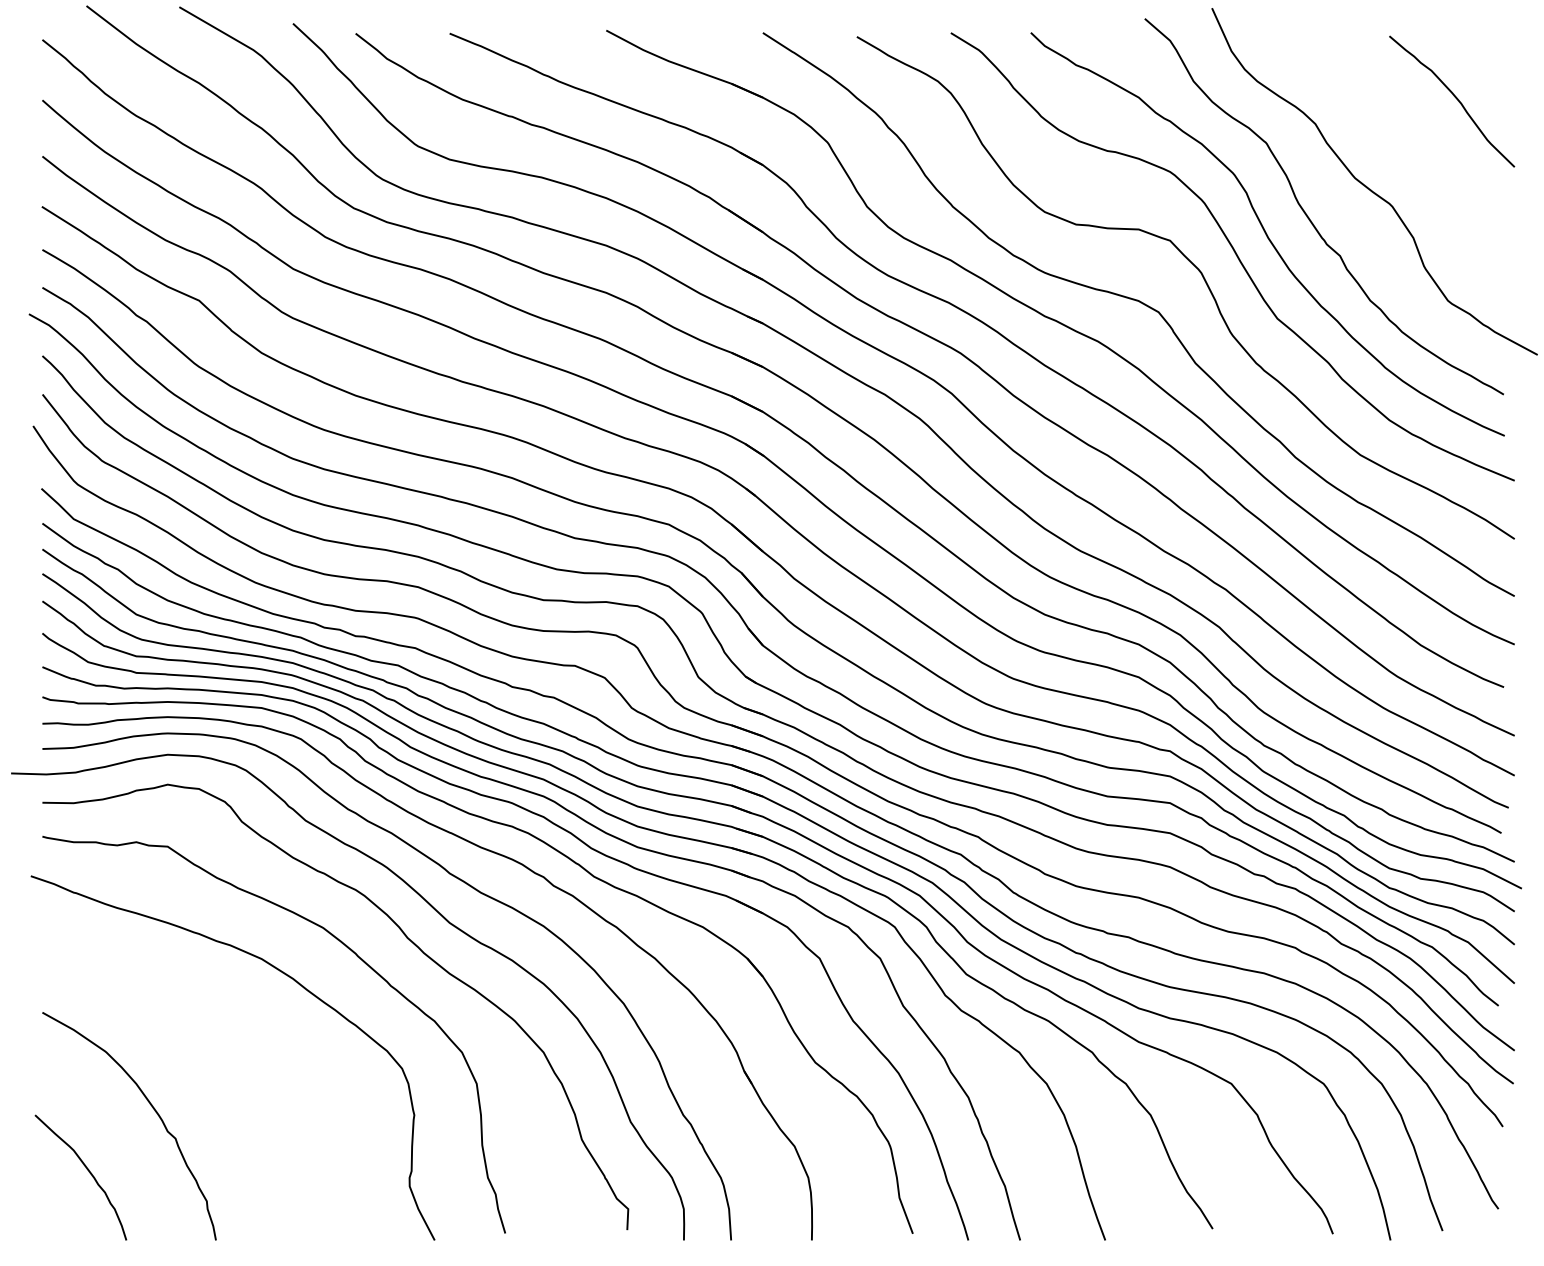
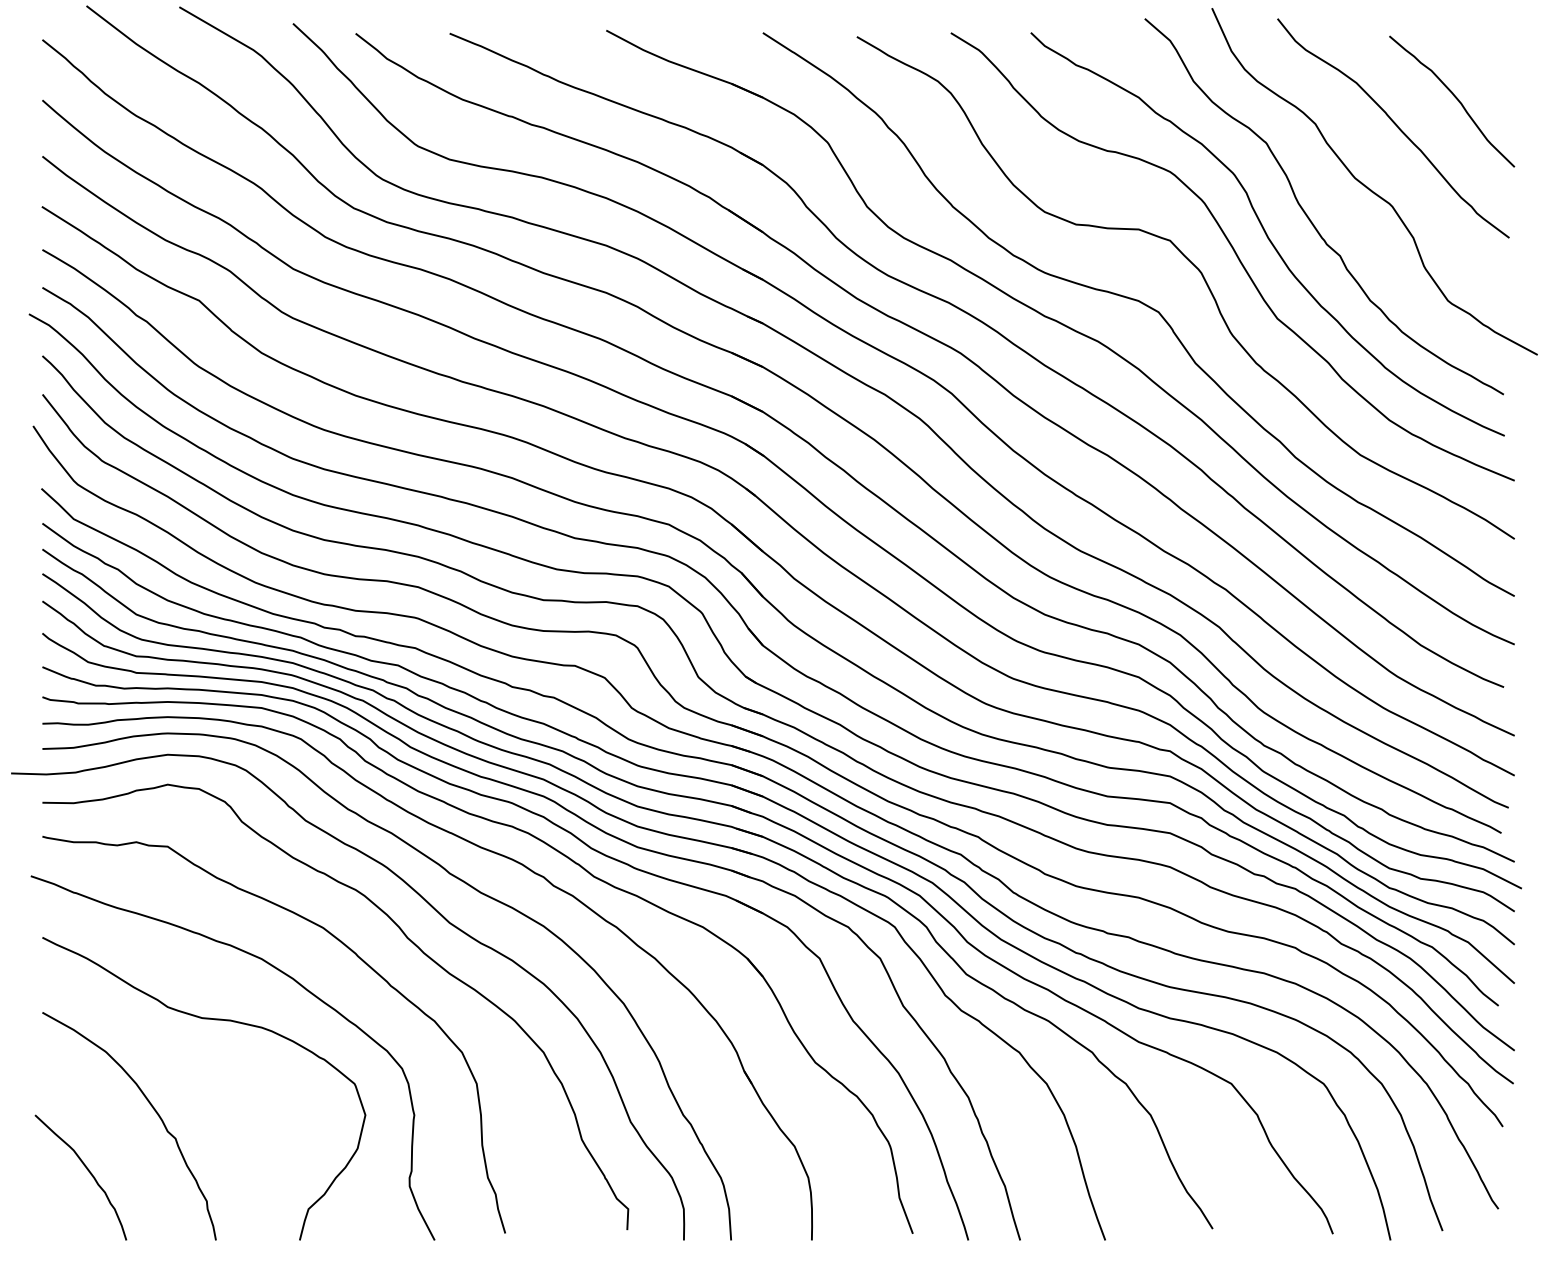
curve at (1395, 125): none -> present
curve at (214, 1020): none -> present
